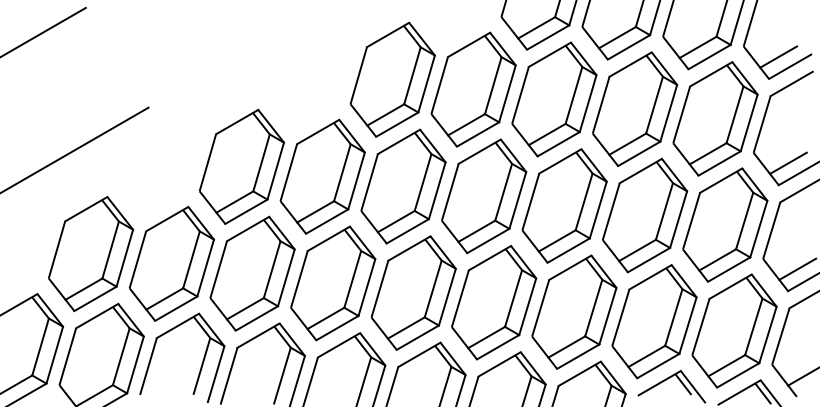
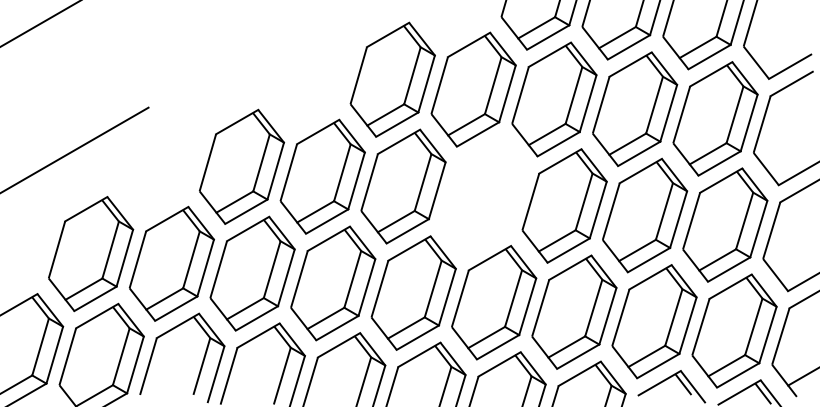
line at (48, 28) position: (48, 28) -> (39, 23)
line at (778, 56): present -> none
line at (788, 162): present -> none
part at (484, 196): present -> none
line at (797, 268): present -> none
